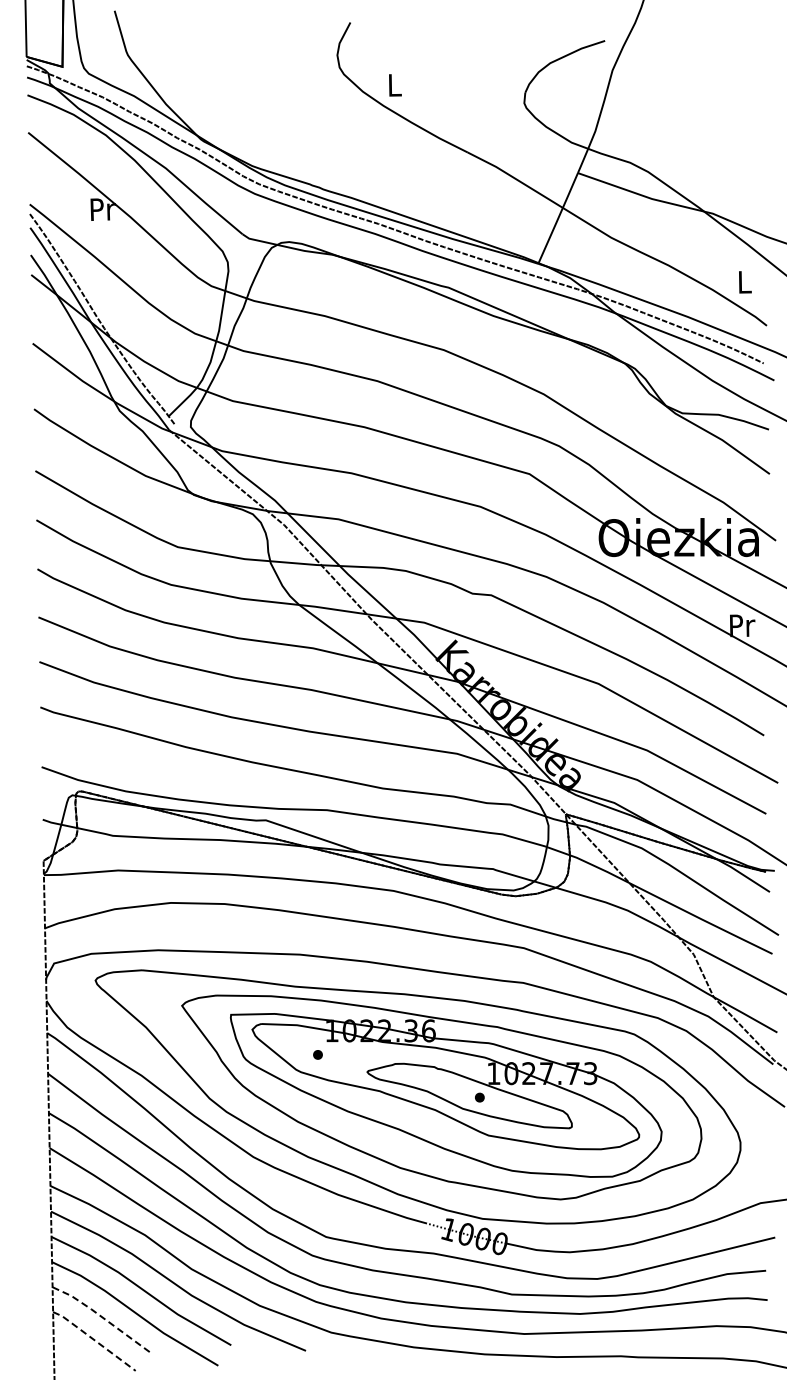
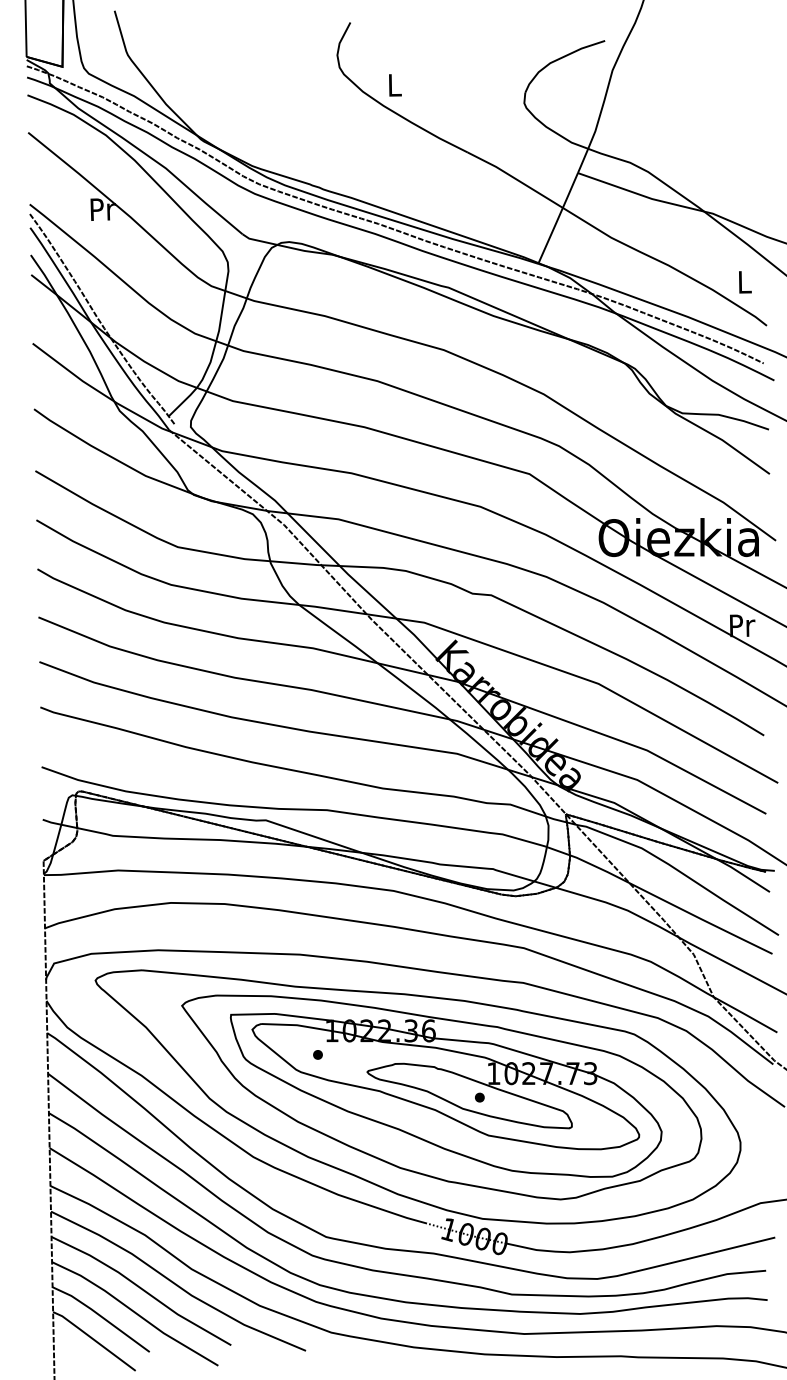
line at (101, 1316): dashed -> solid
line at (93, 1339): dashed -> solid
